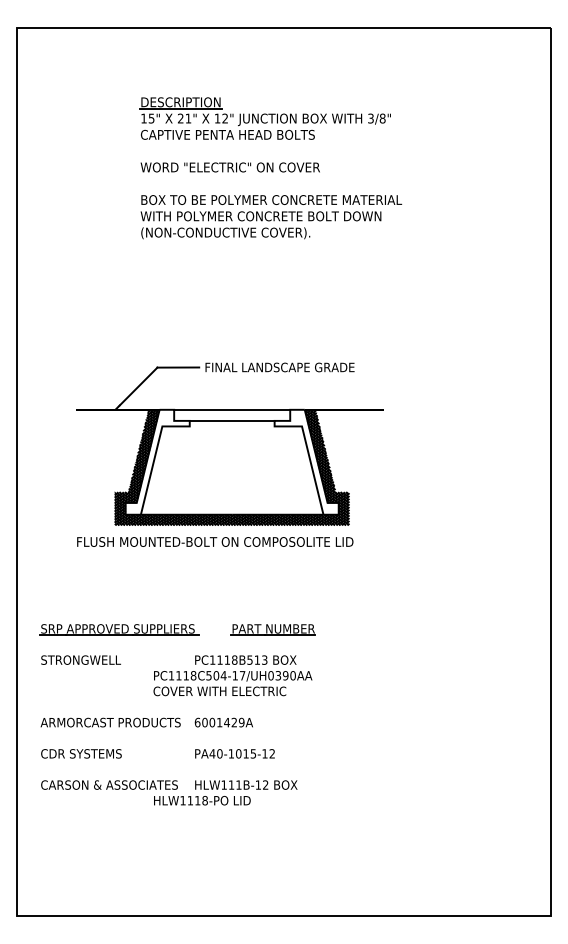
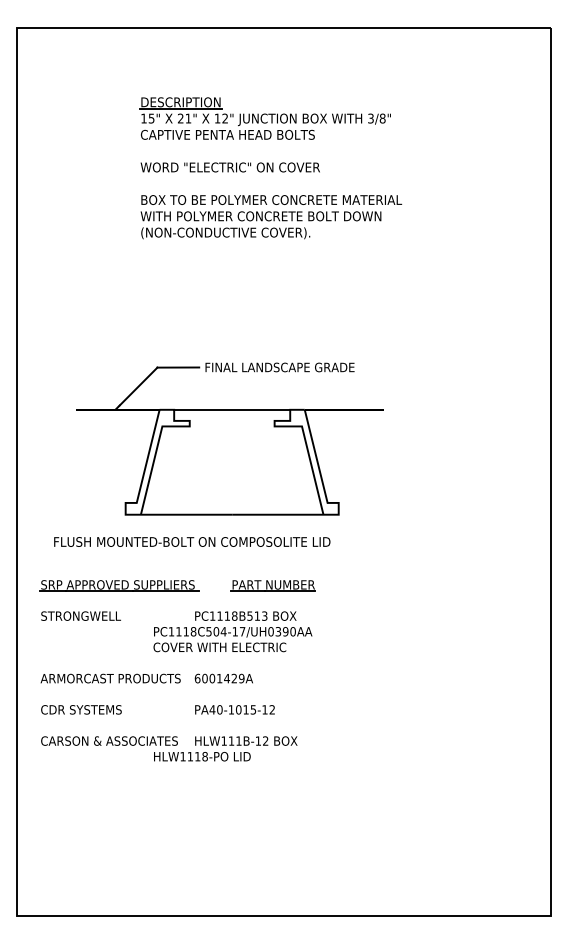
line at (231, 420): present -> none
hatch at (231, 467): present -> none
text at (215, 541) position: (215, 541) -> (192, 541)
part at (177, 714) position: (177, 714) -> (177, 670)
